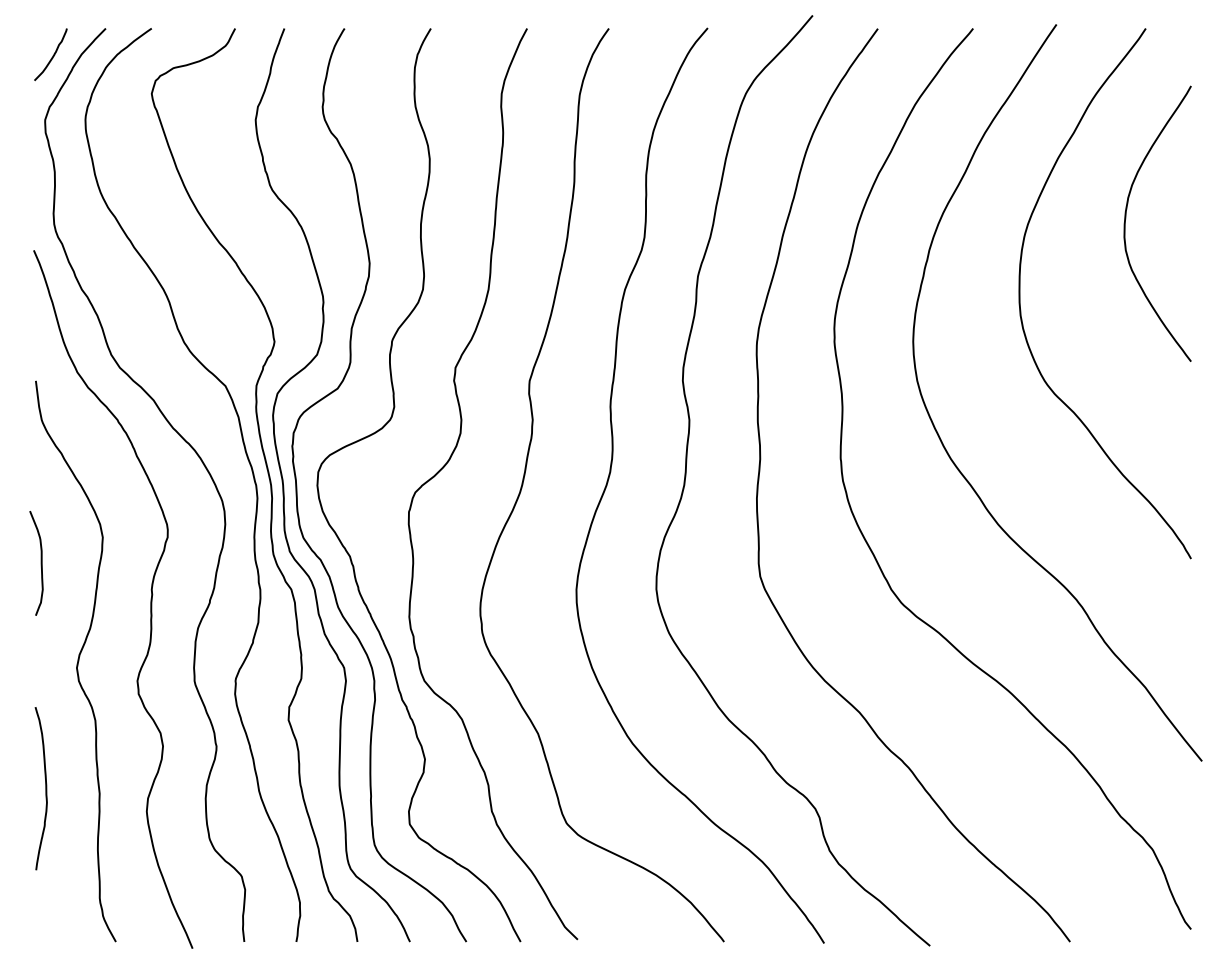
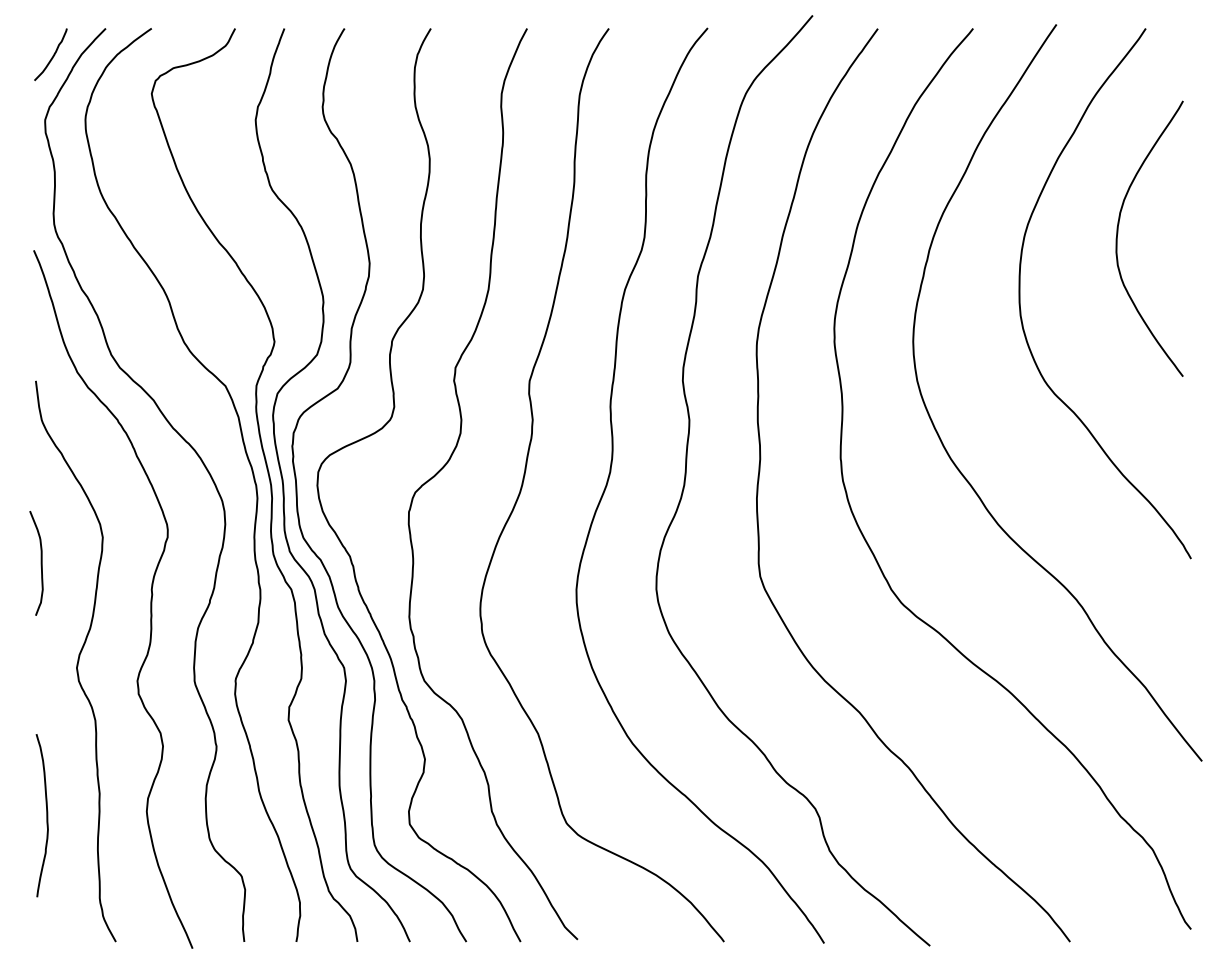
curve at (1126, 218) position: (1126, 218) -> (1118, 233)
curve at (45, 788) position: (45, 788) -> (46, 815)
